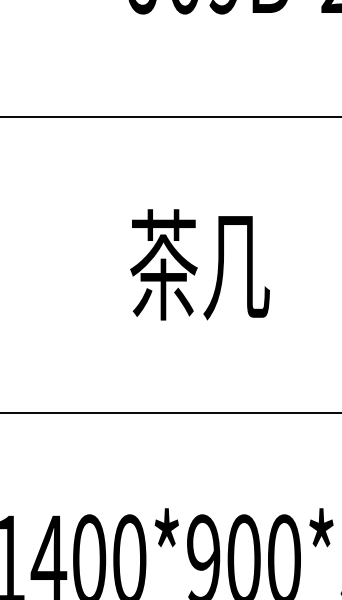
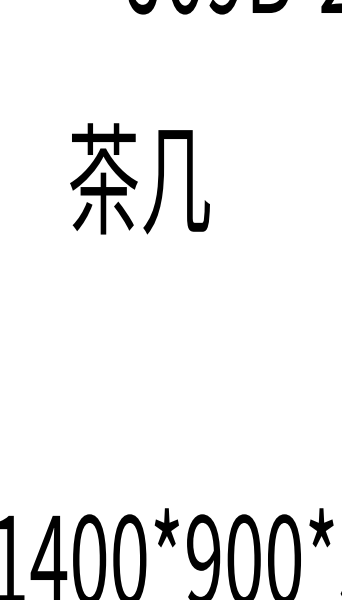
line at (170, 116): present -> none
text at (199, 264) position: (199, 264) -> (139, 178)
line at (170, 412): present -> none
